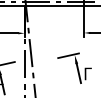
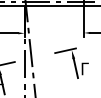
part at (74, 67) position: (74, 67) -> (71, 62)
